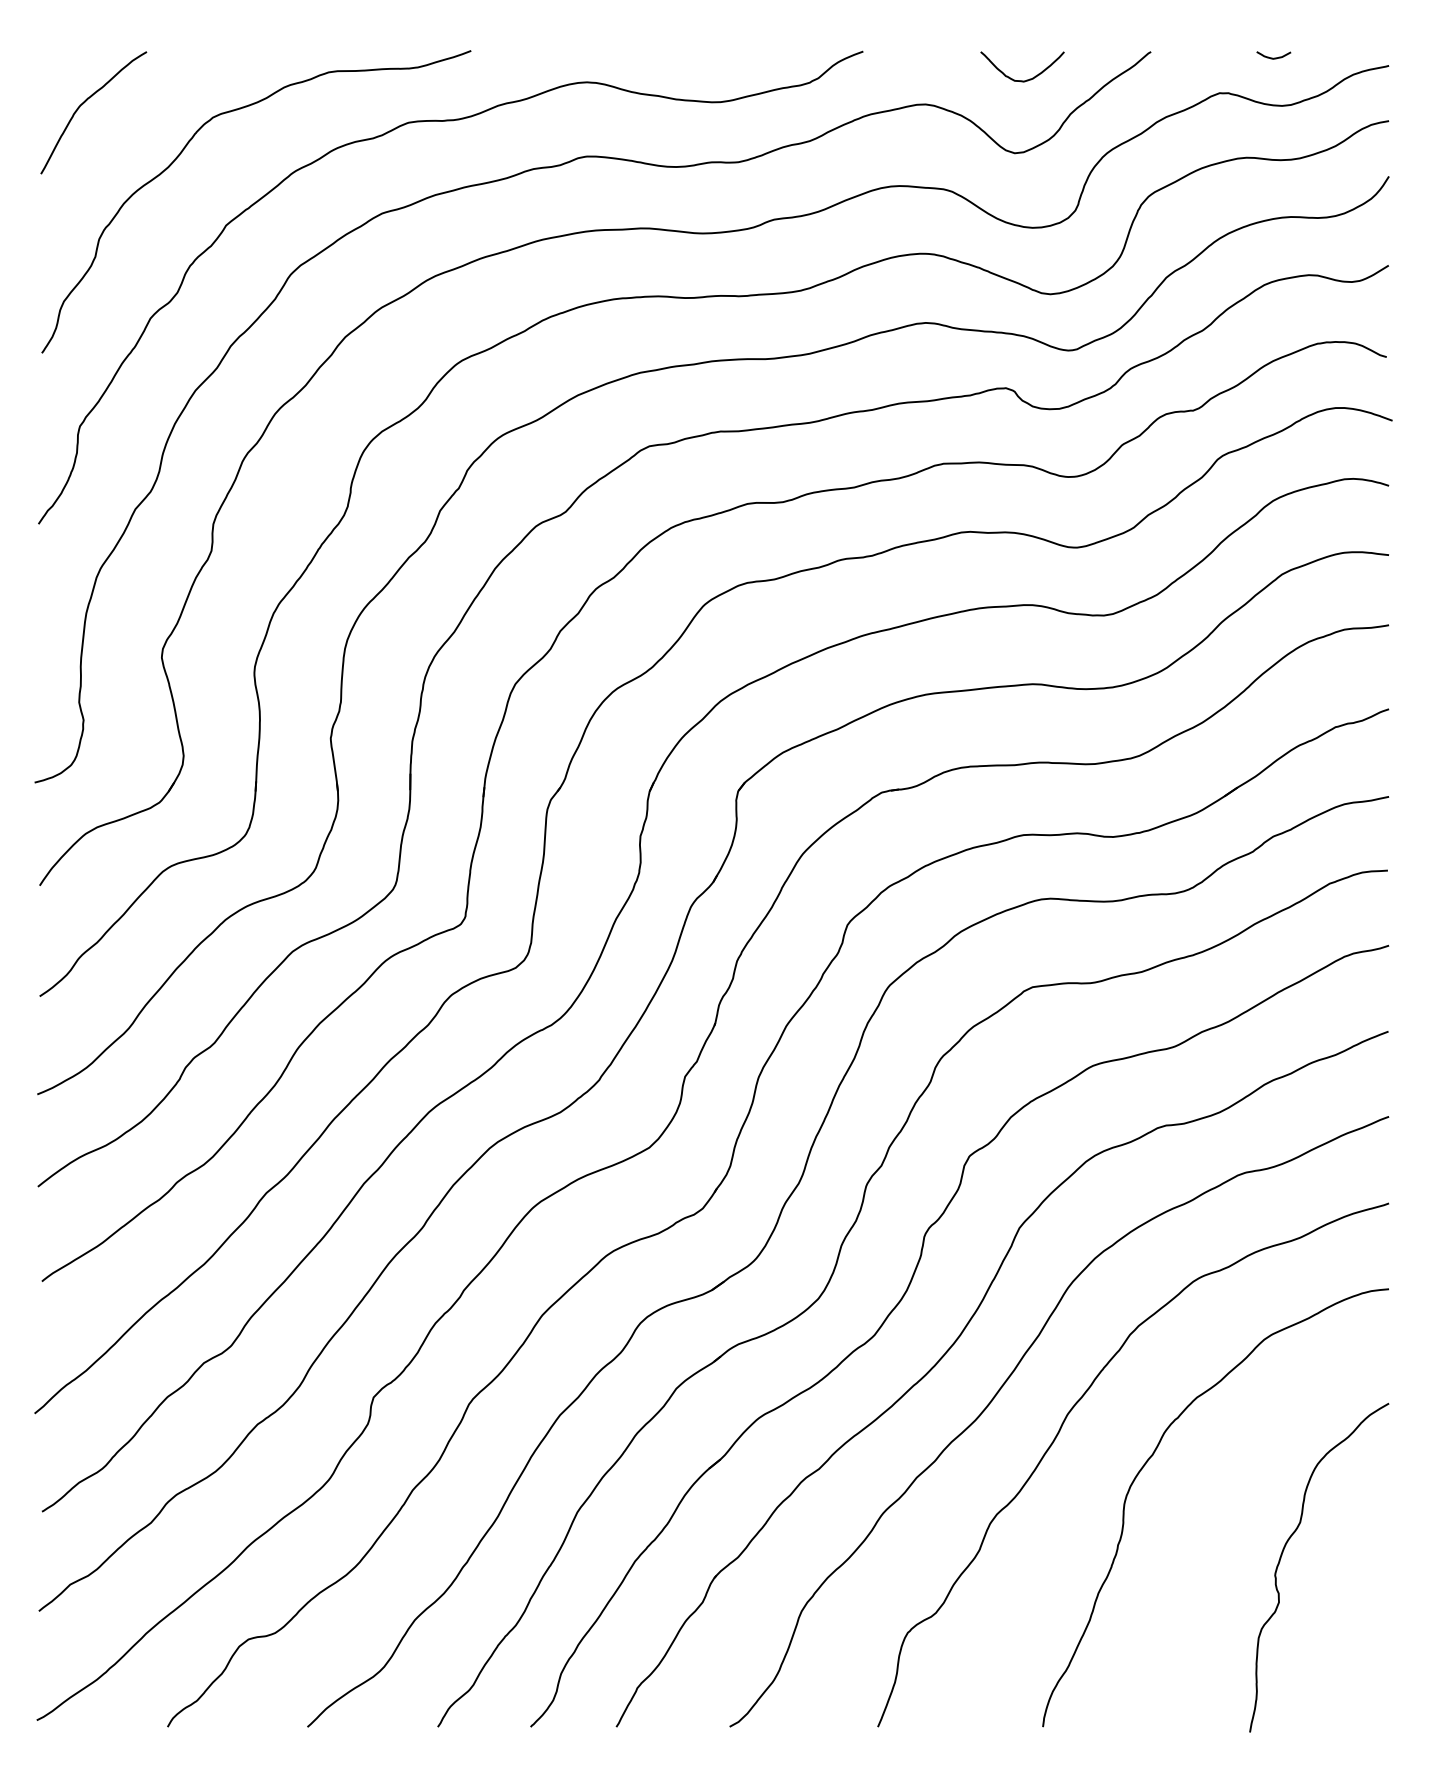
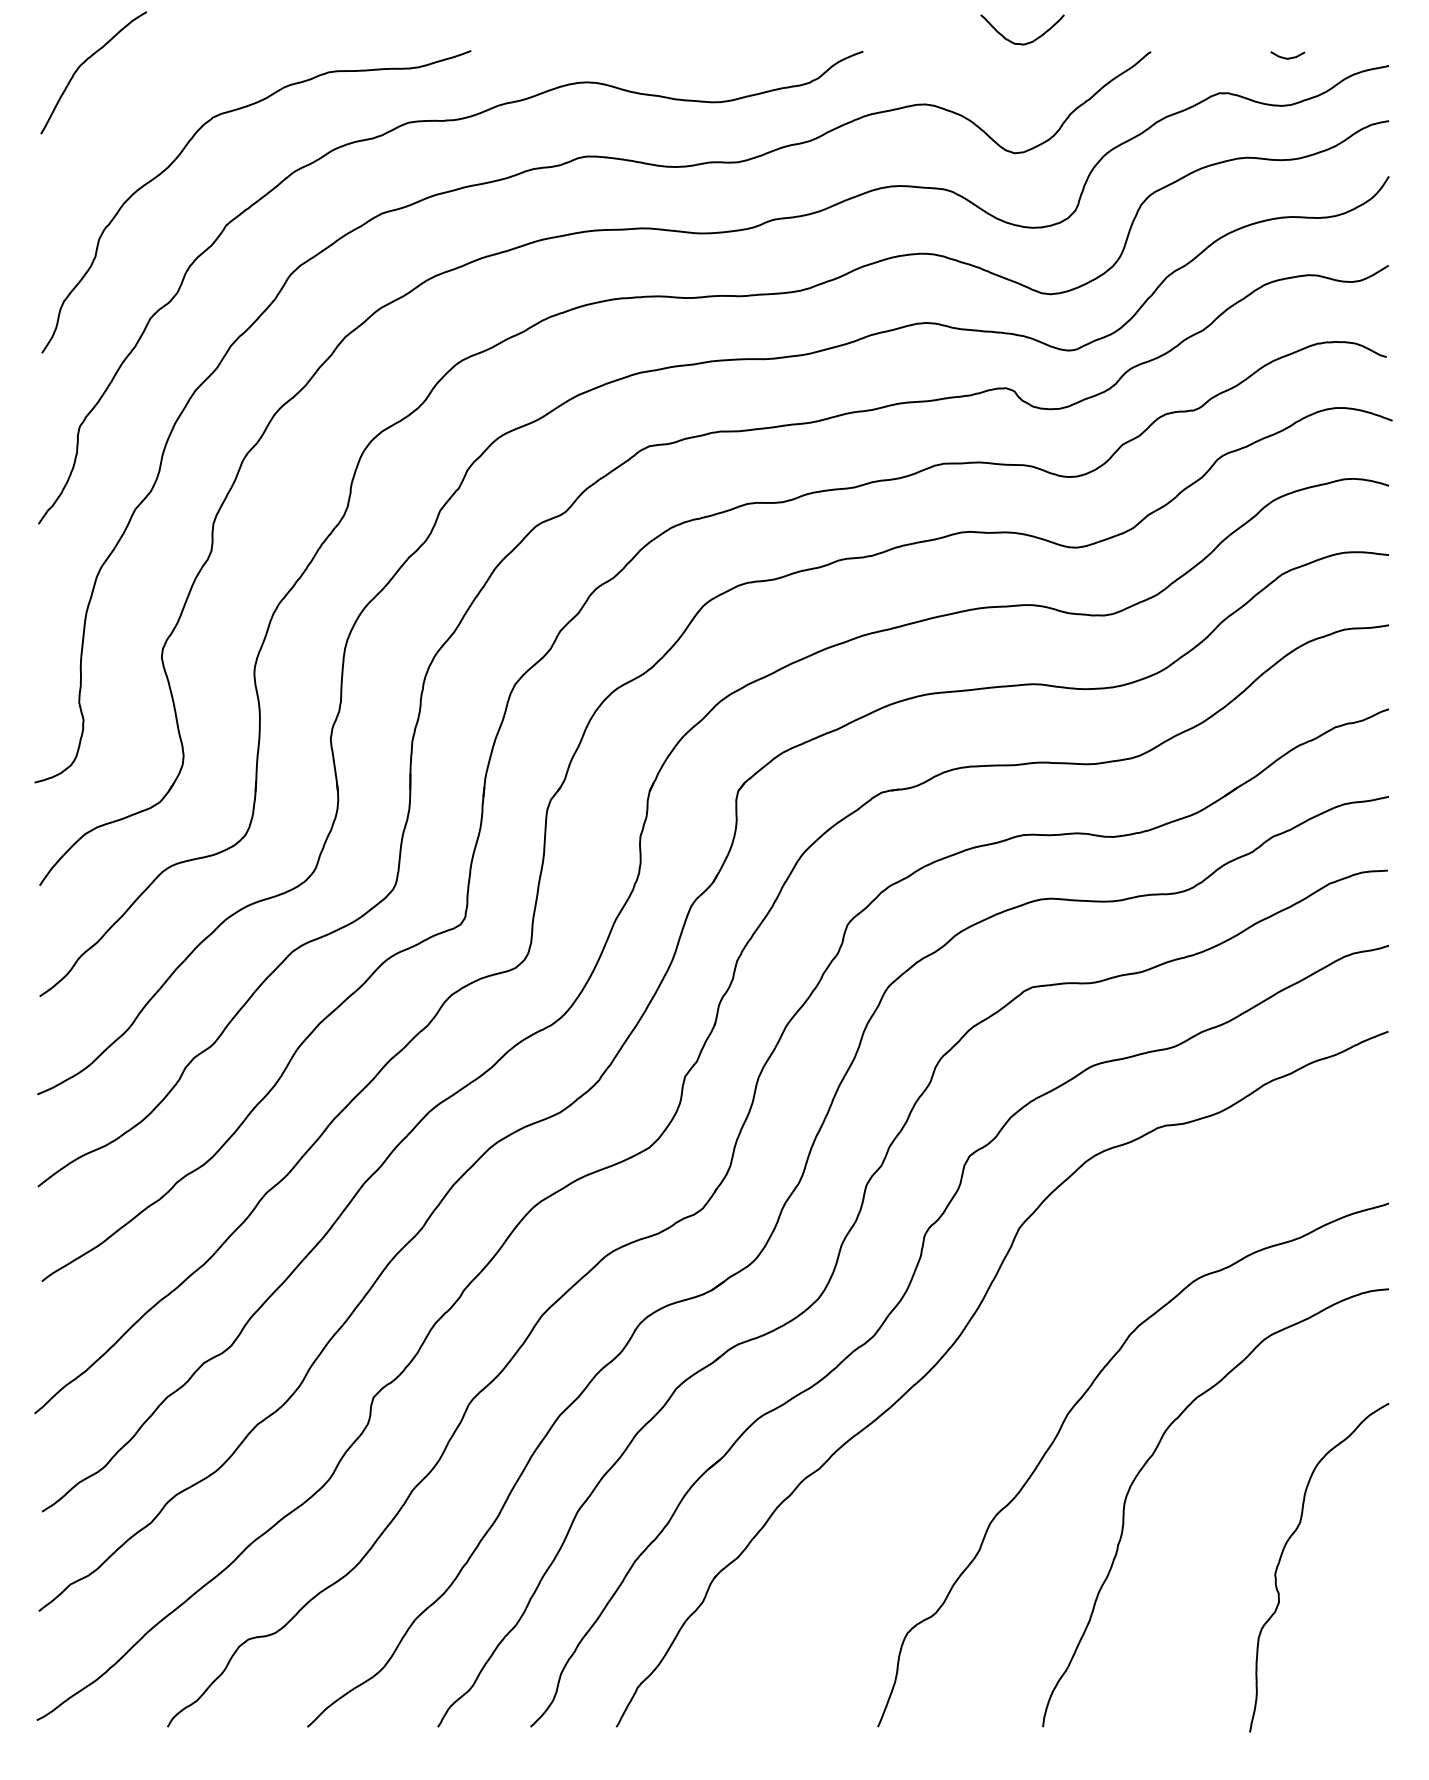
curve at (1273, 57) position: (1273, 57) -> (1287, 57)
curve at (1026, 79) position: (1026, 79) -> (1026, 42)
curve at (84, 103) position: (84, 103) -> (84, 63)
curve at (1006, 1382): present -> none
